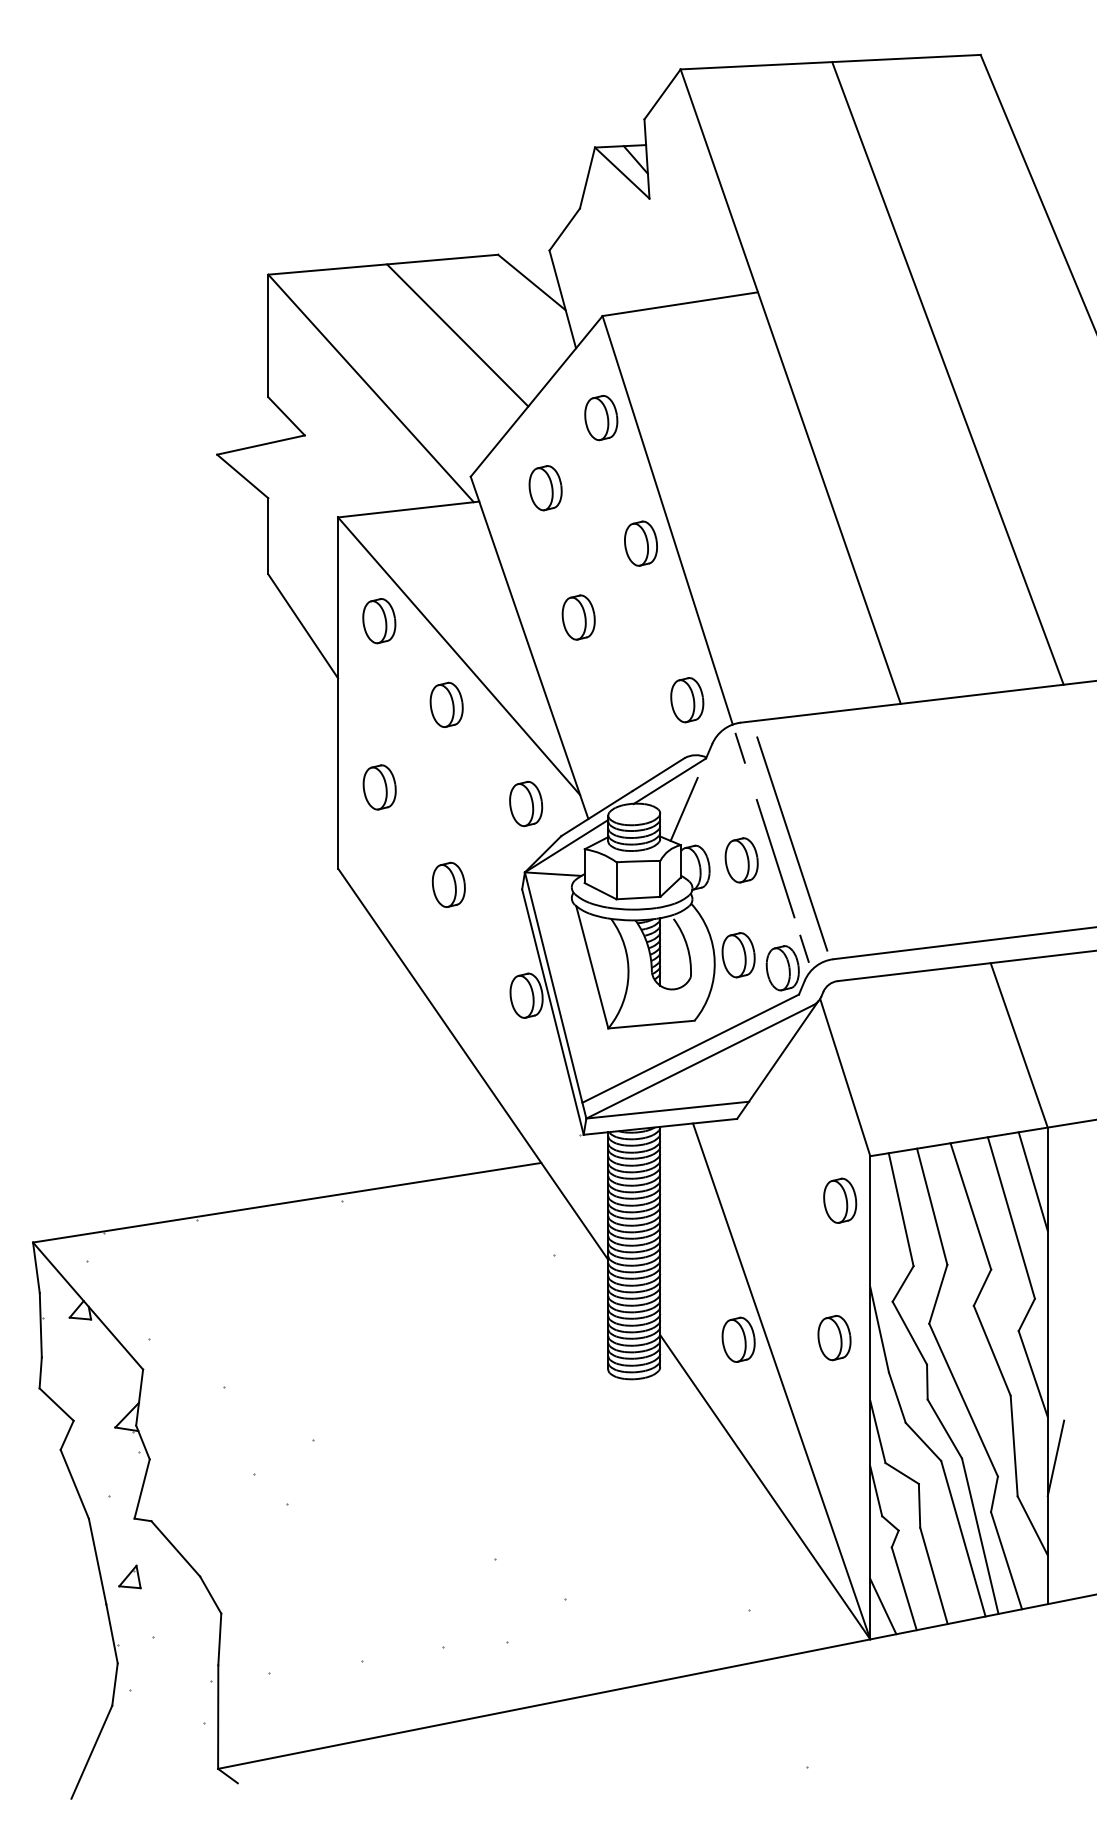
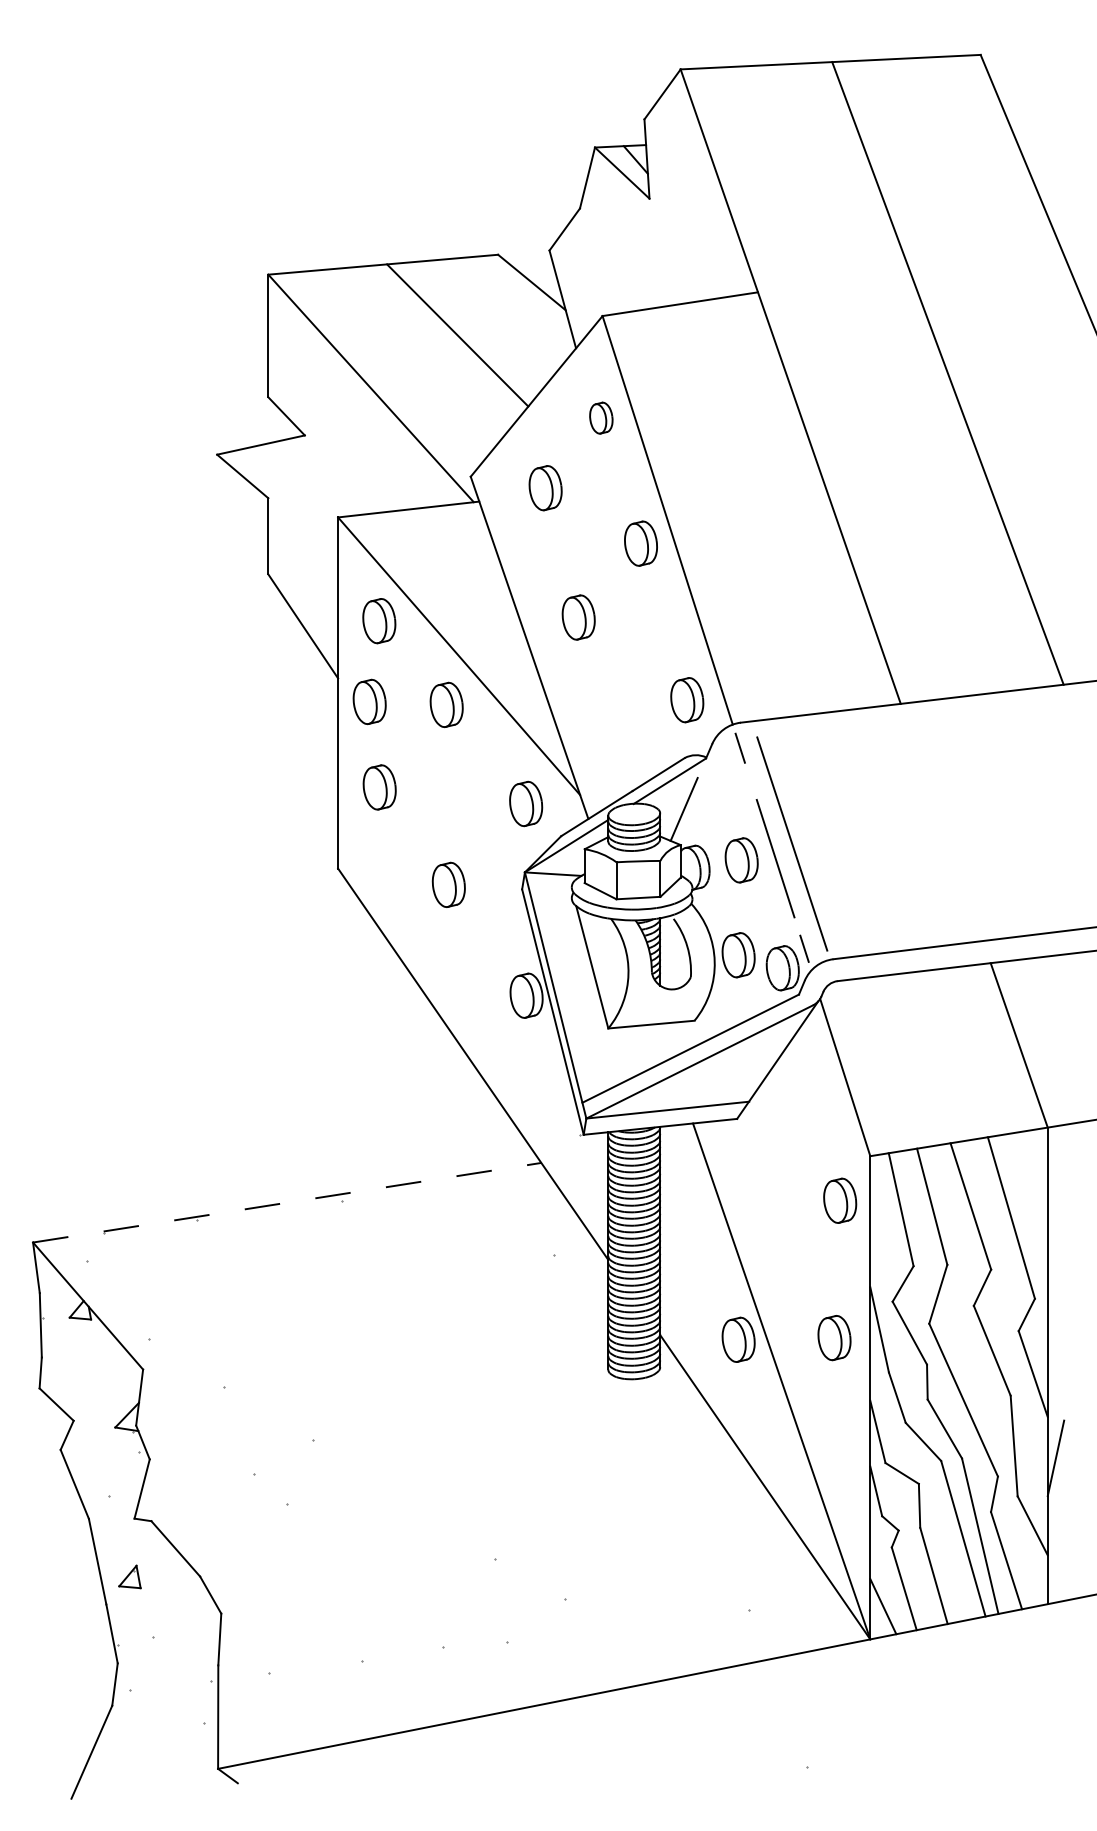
part at (601, 418) size: 35x47 px -> 25x34 px
part at (369, 701): none -> present
line at (1032, 1181): present -> none
line at (287, 1202): solid -> dashed
